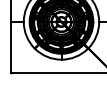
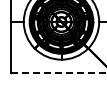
line at (58, 72): solid -> dashed
